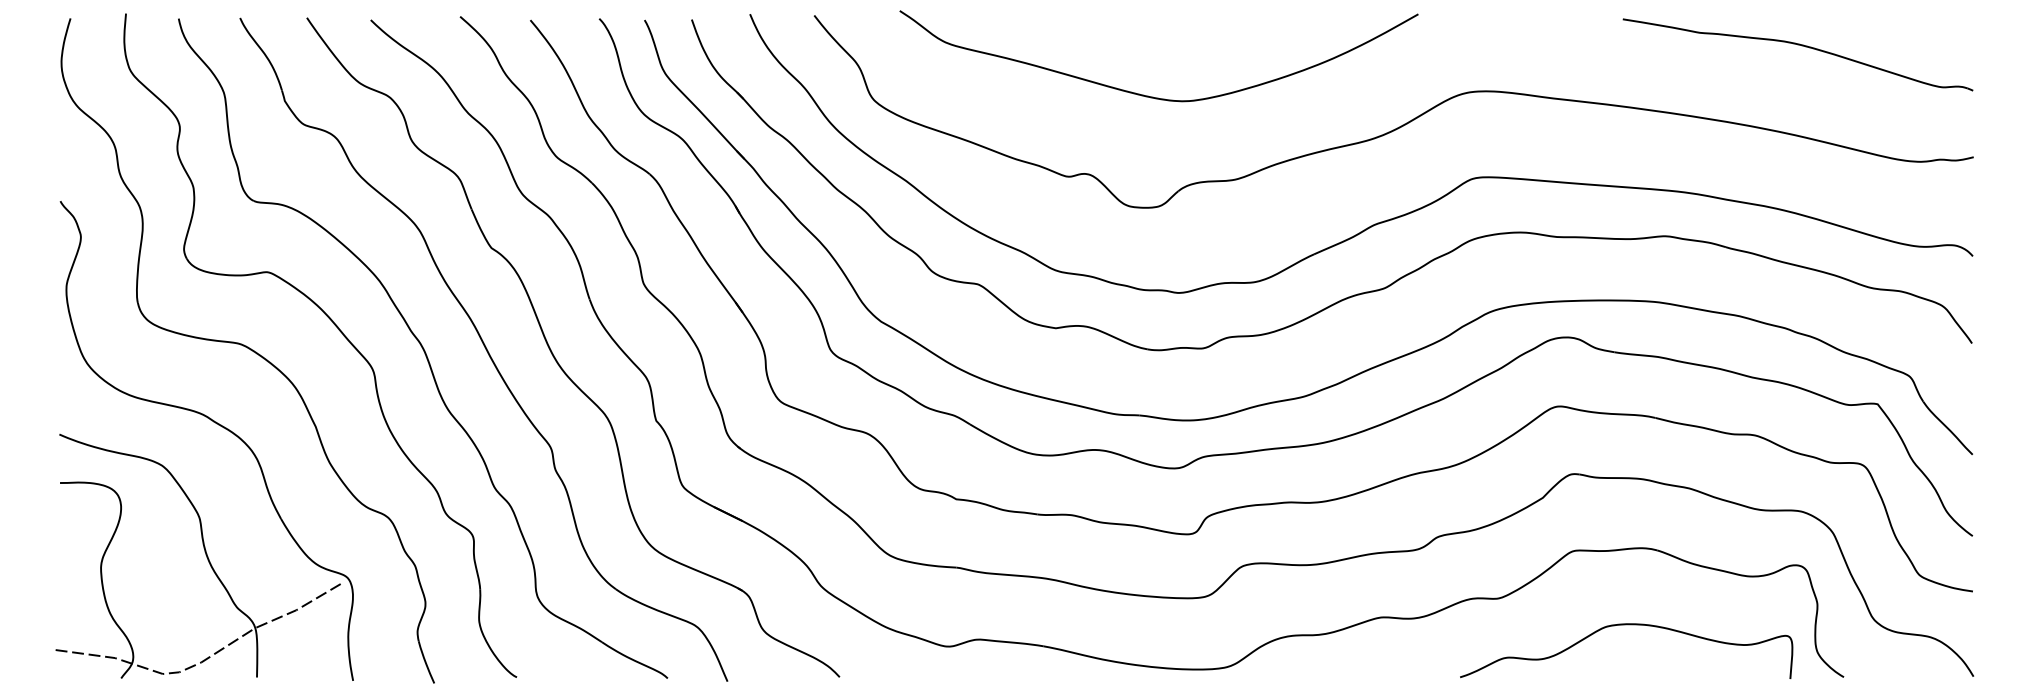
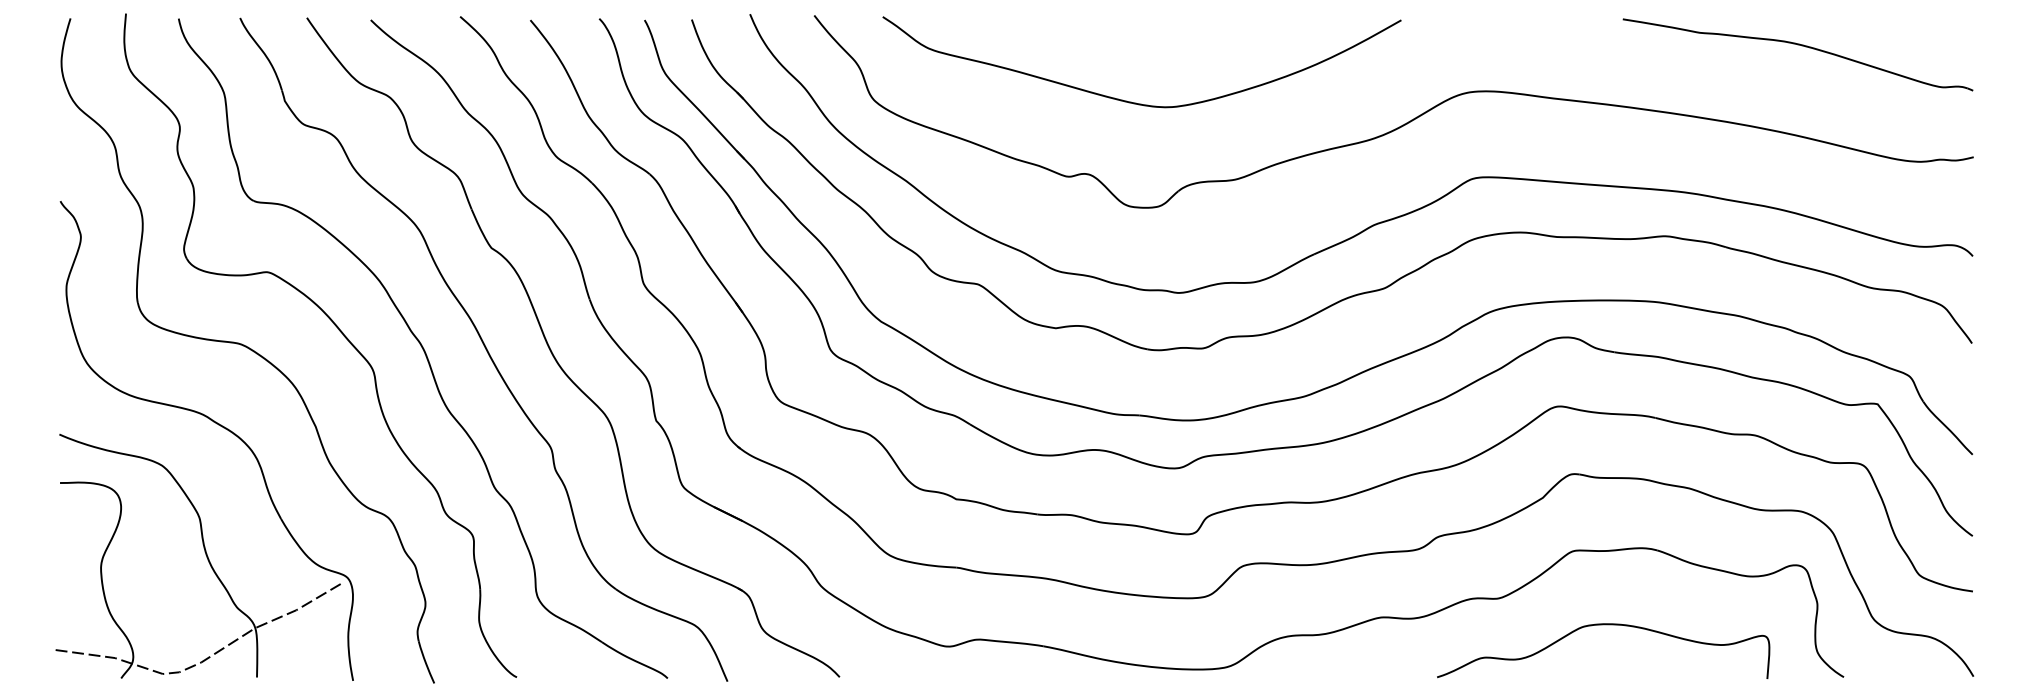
curve at (1148, 95) position: (1148, 95) -> (1131, 101)
curve at (1626, 625) position: (1626, 625) -> (1603, 625)
